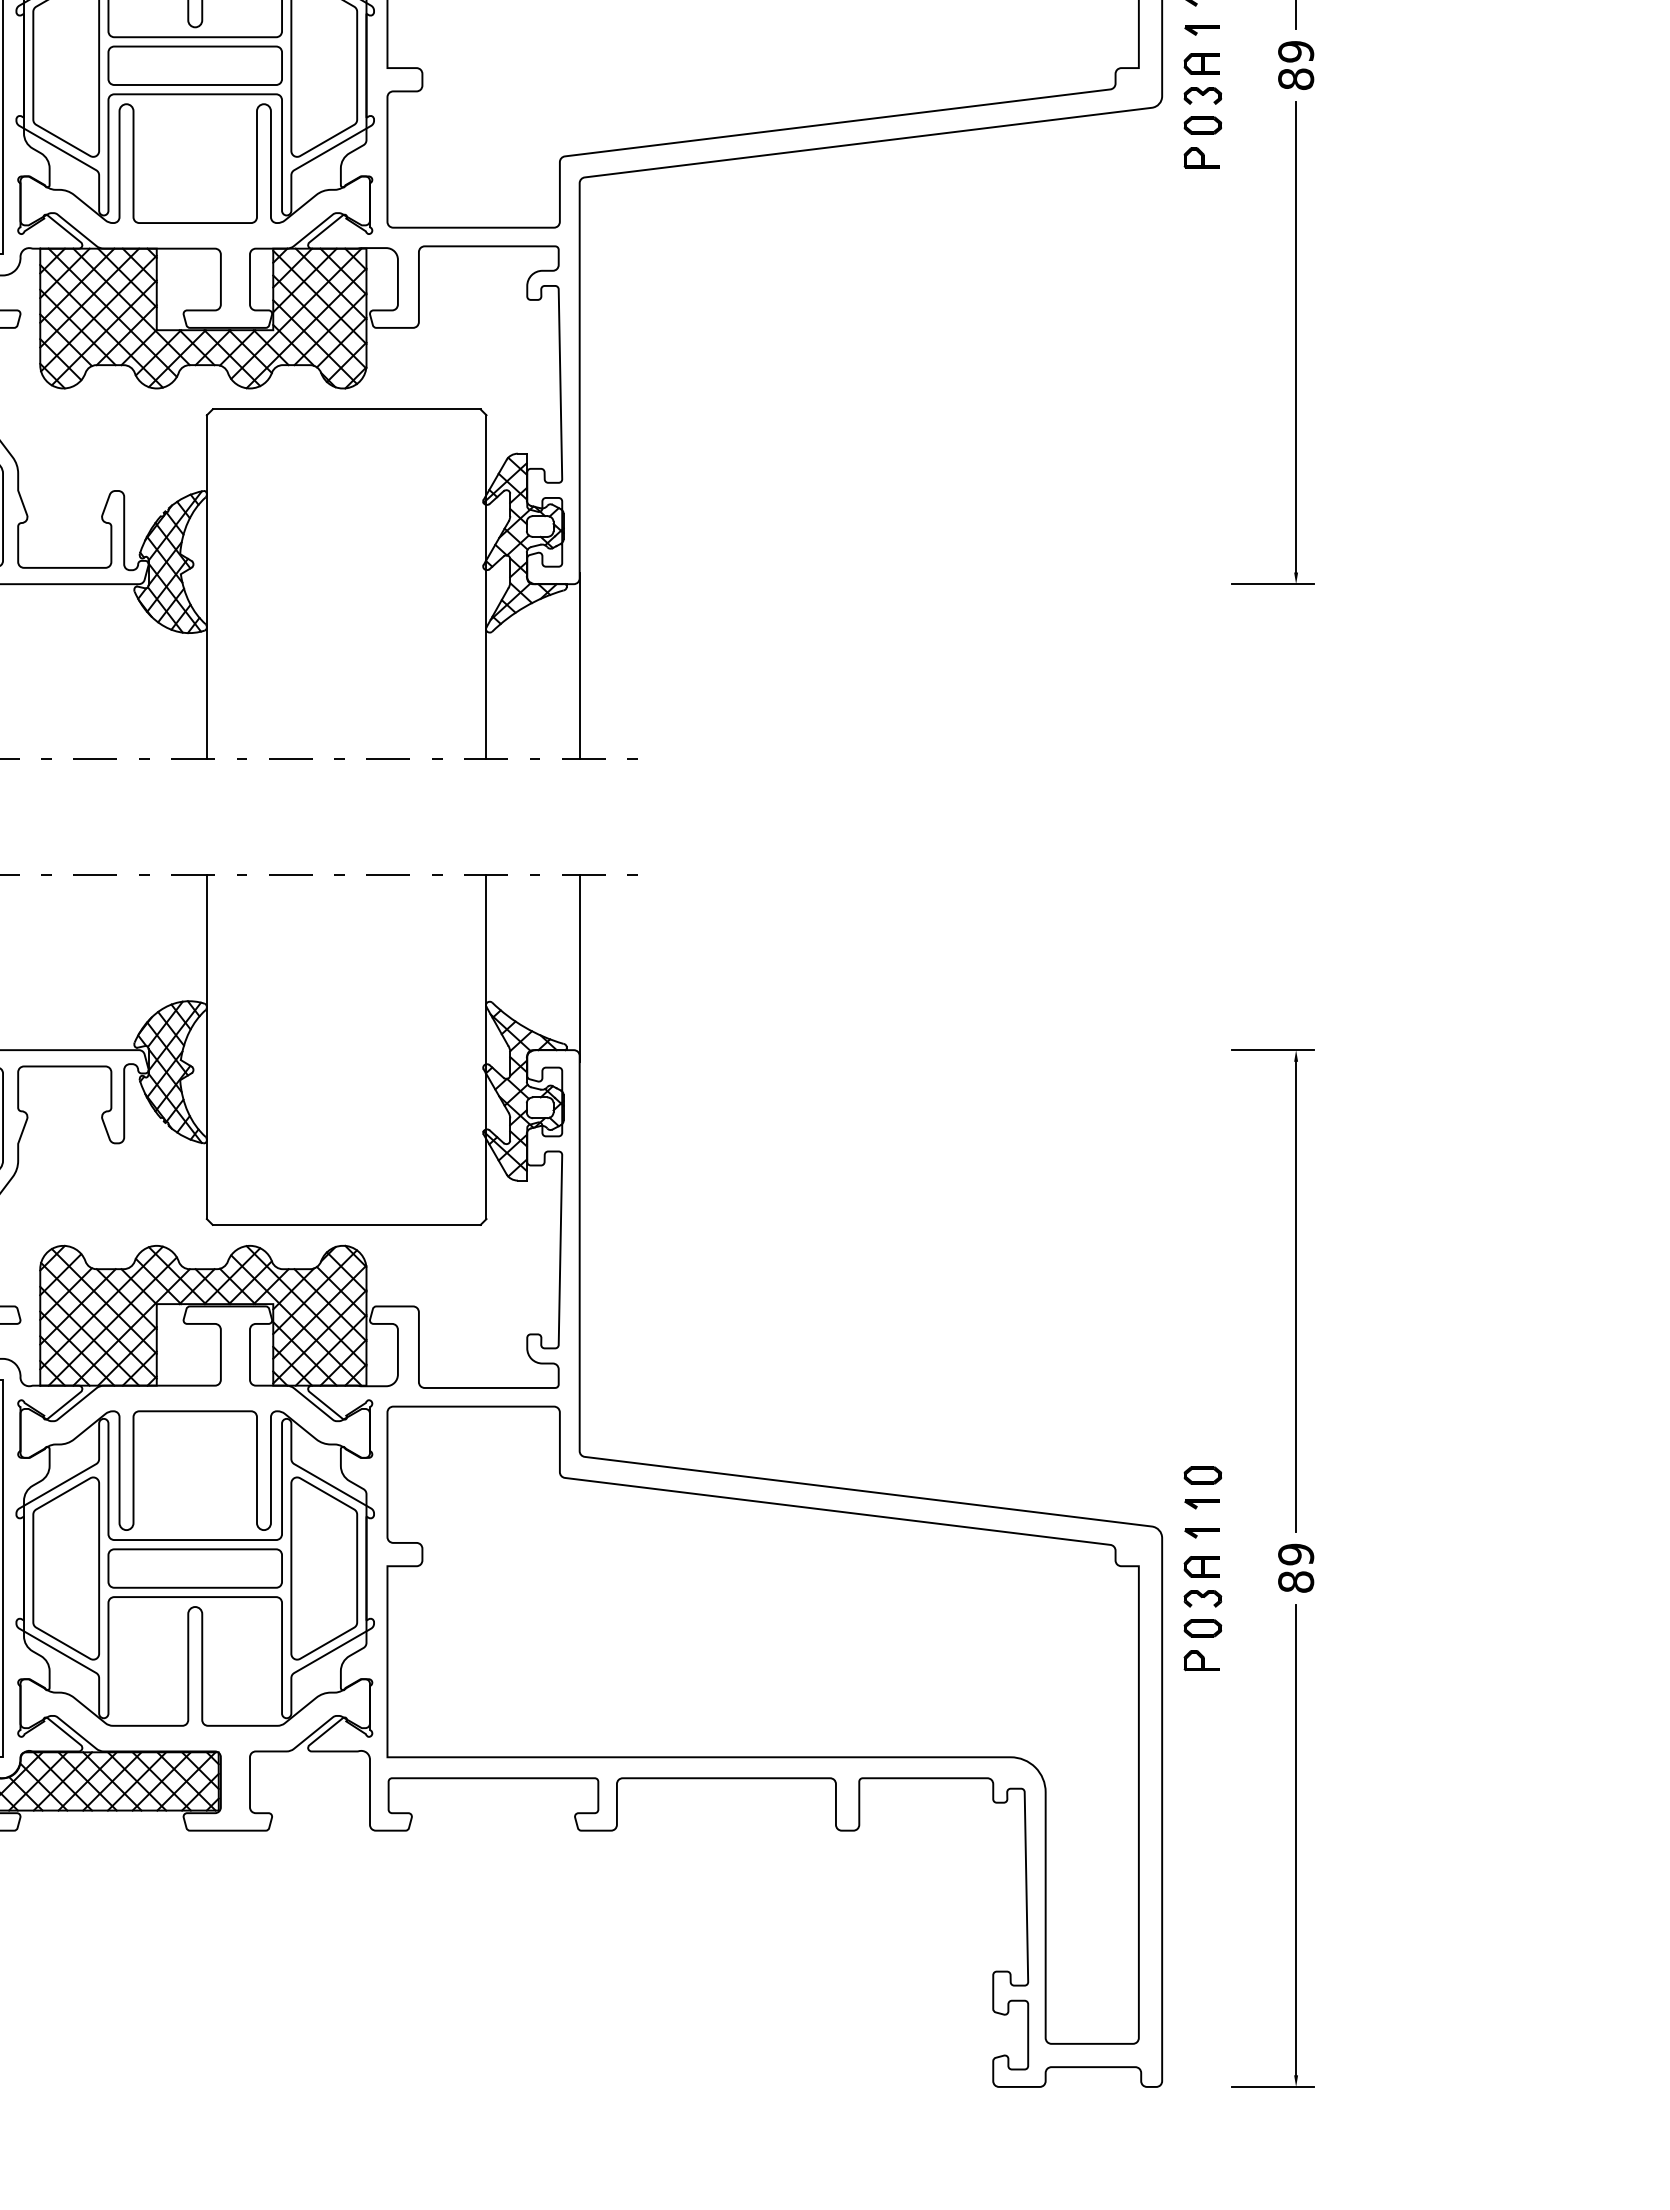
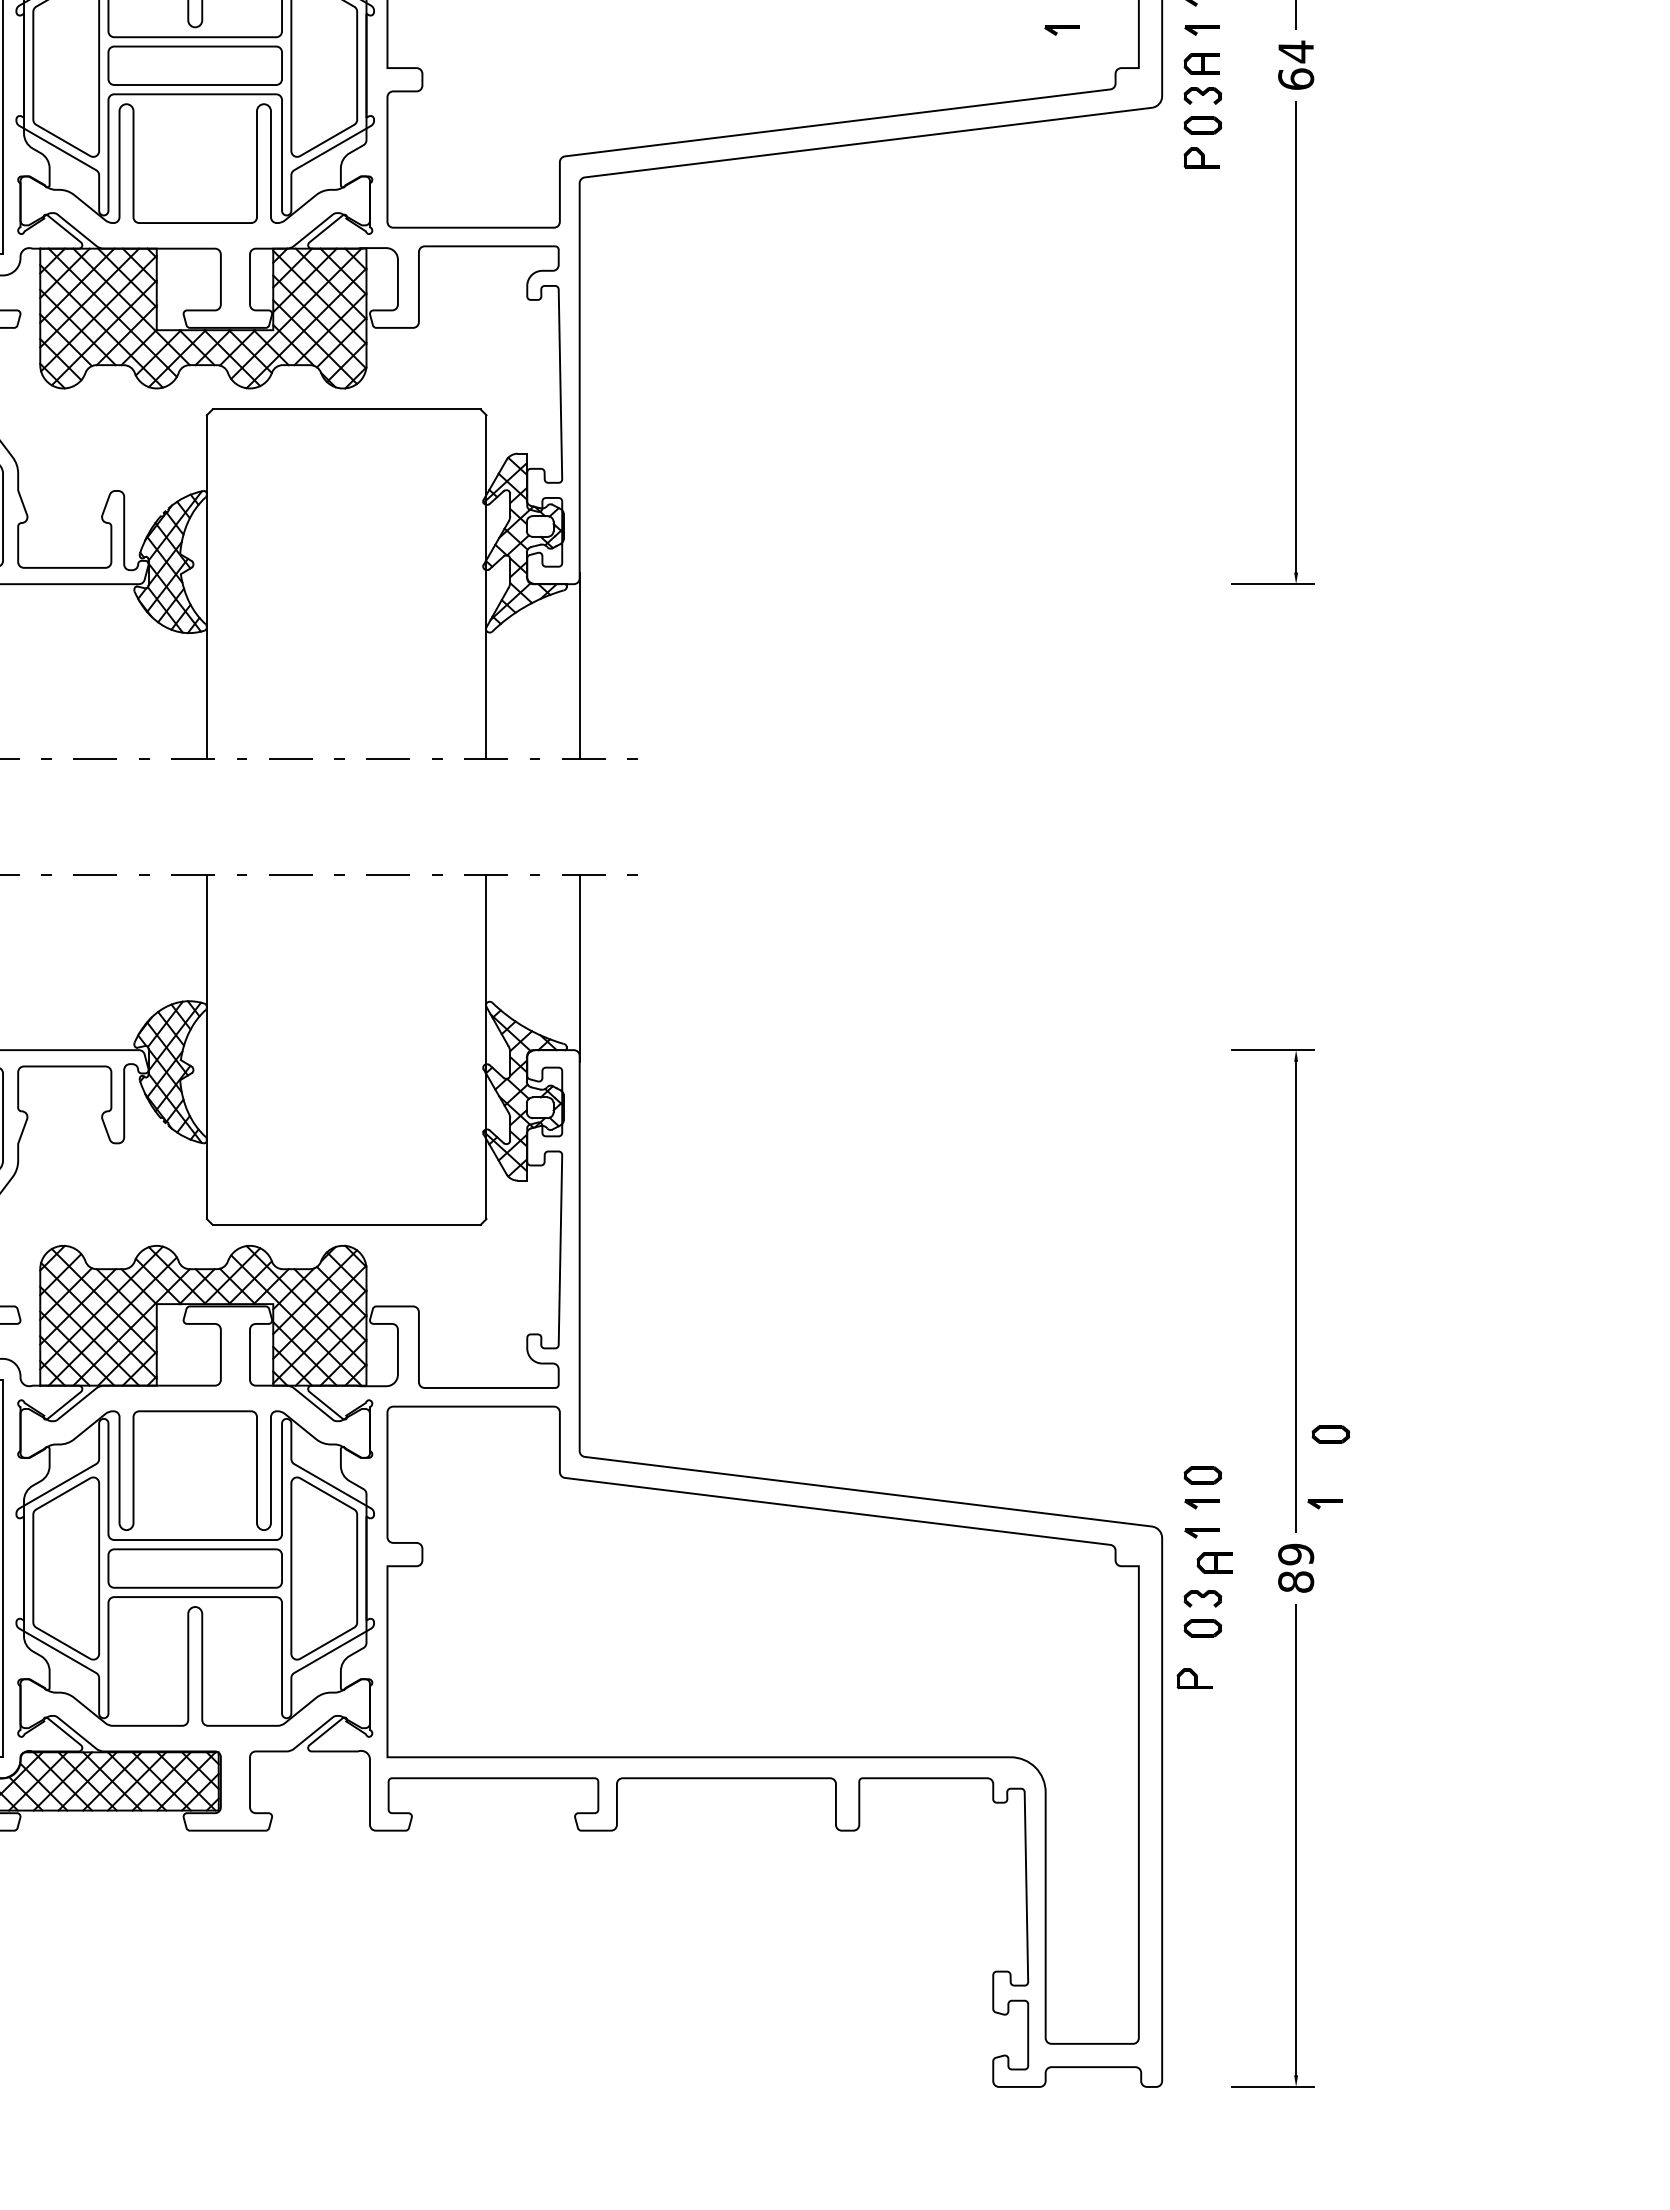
part at (1061, 30): none -> present
text at (1296, 64): 89 -> 64
part at (1330, 1434): none -> present
part at (1324, 1504): none -> present
part at (1201, 1566) position: (1201, 1566) -> (1214, 1562)
part at (1201, 1660) position: (1201, 1660) -> (1194, 1678)
